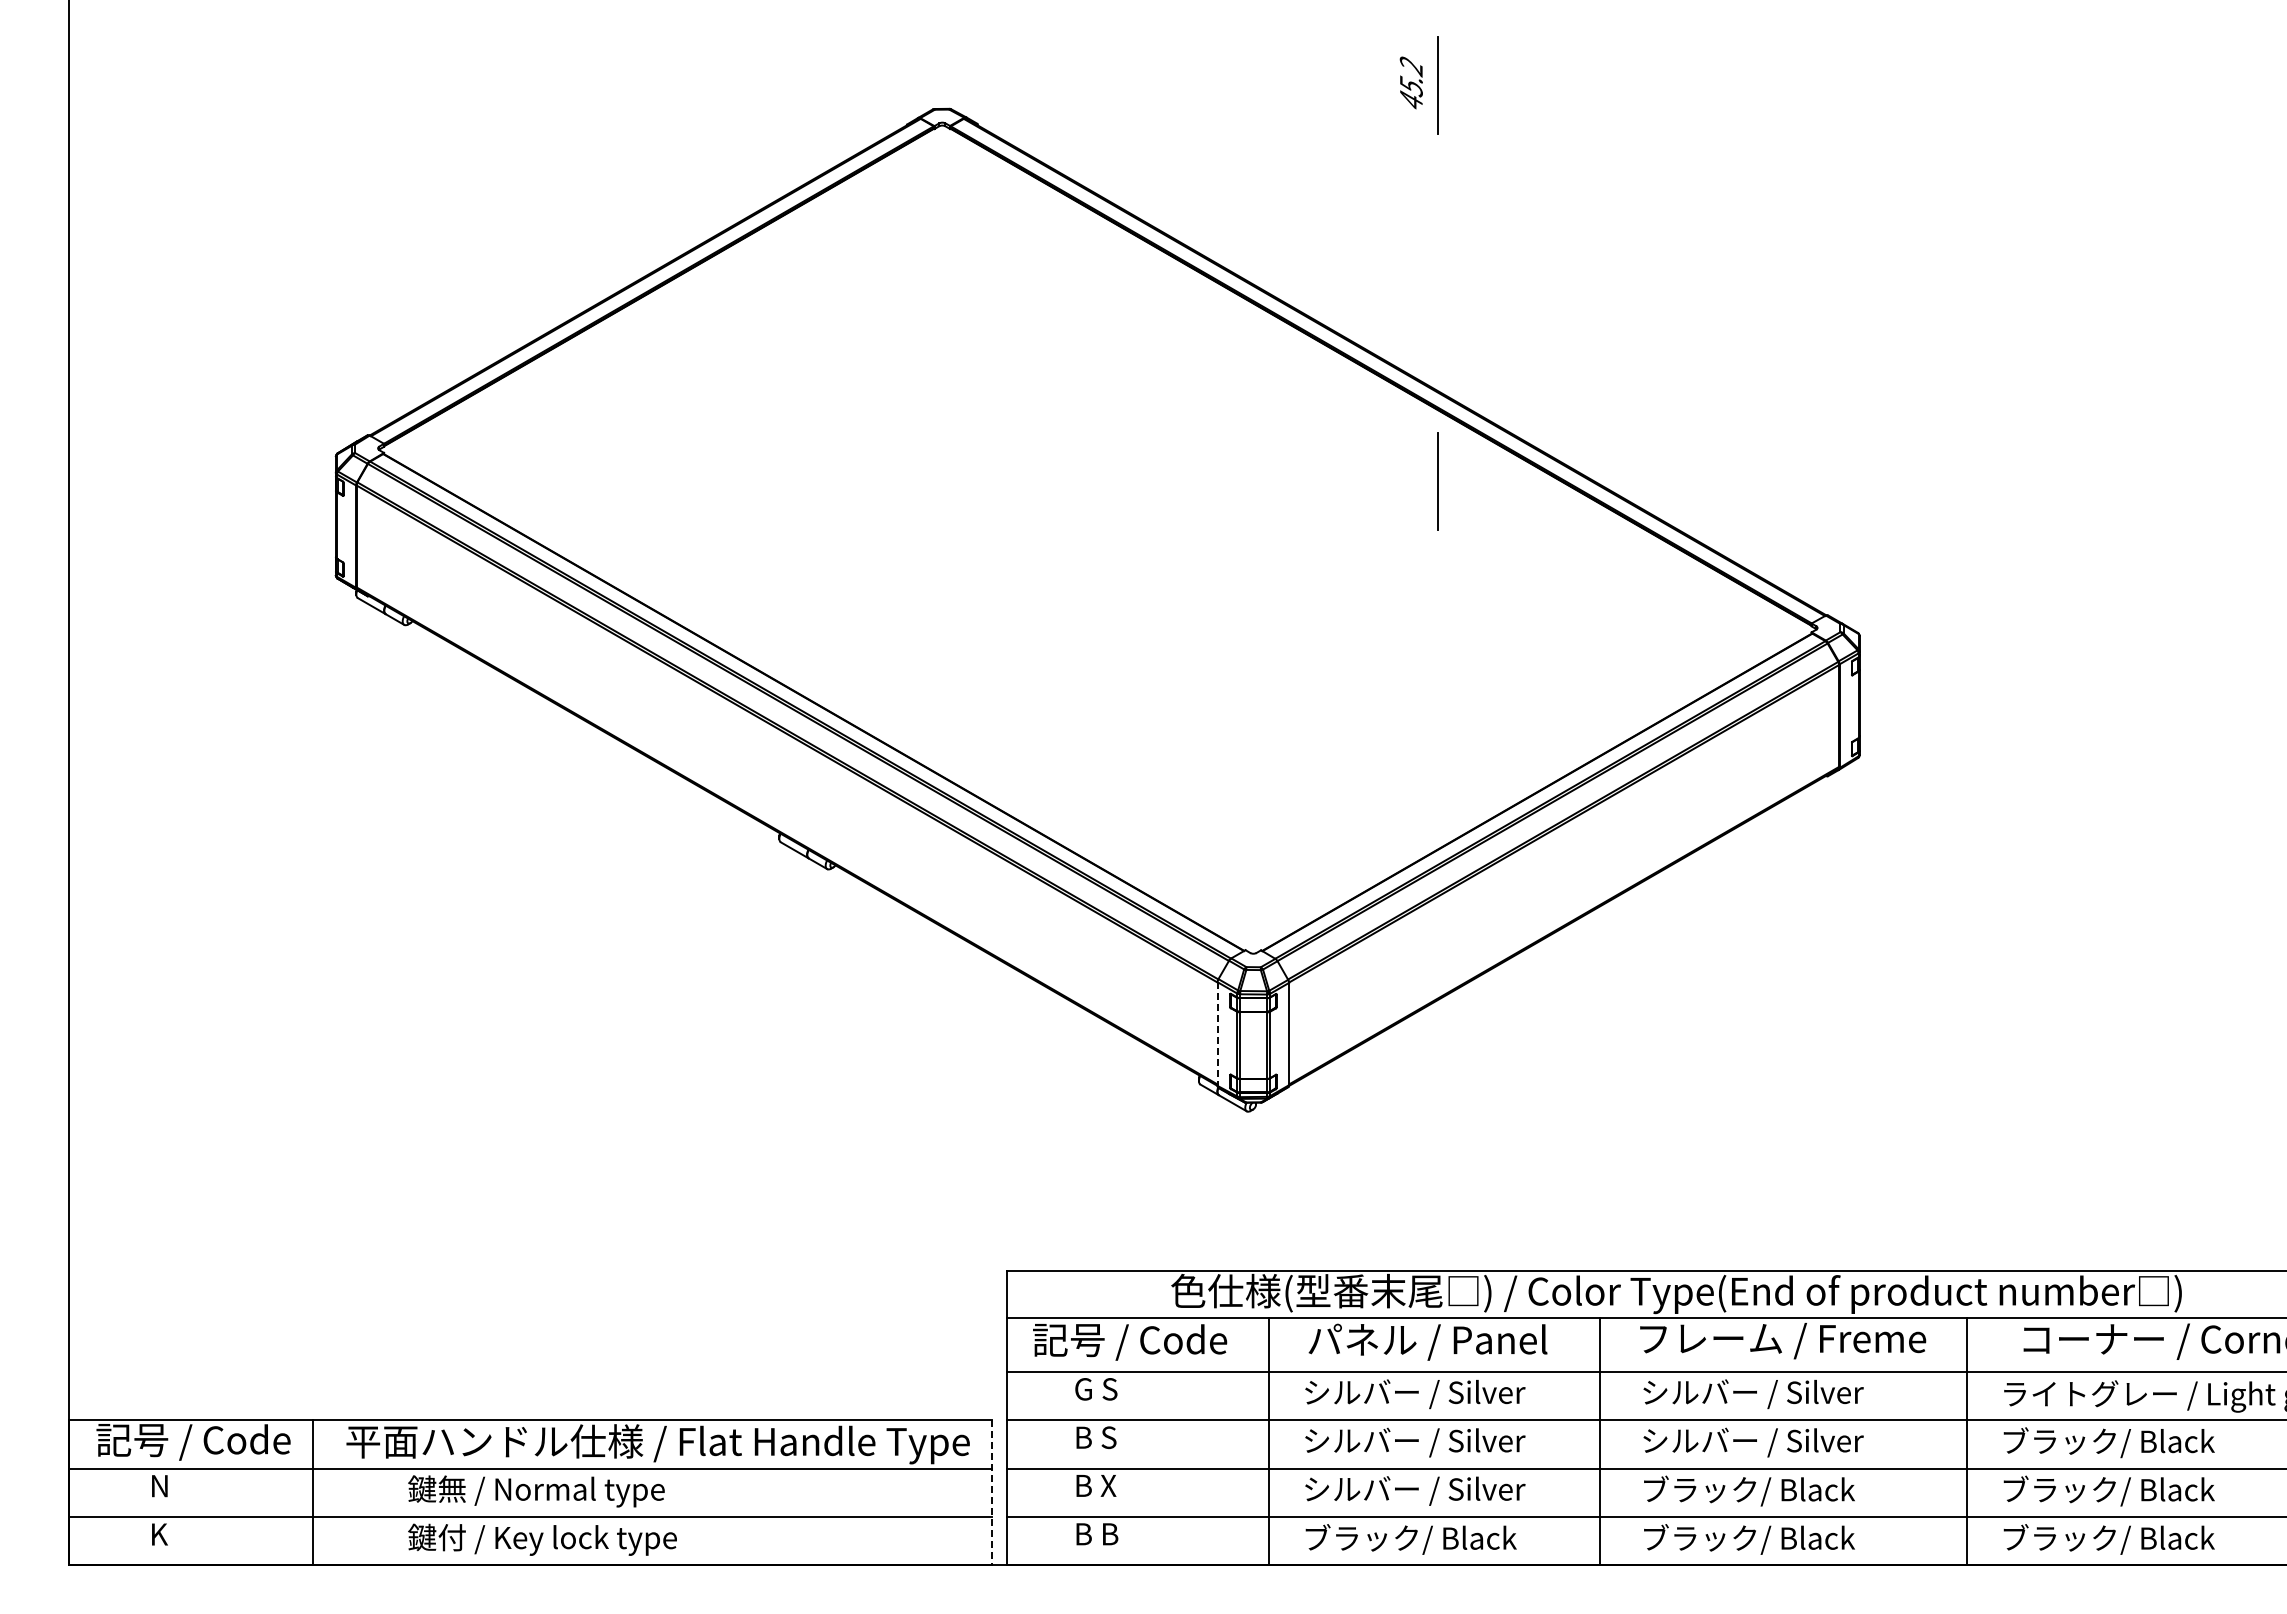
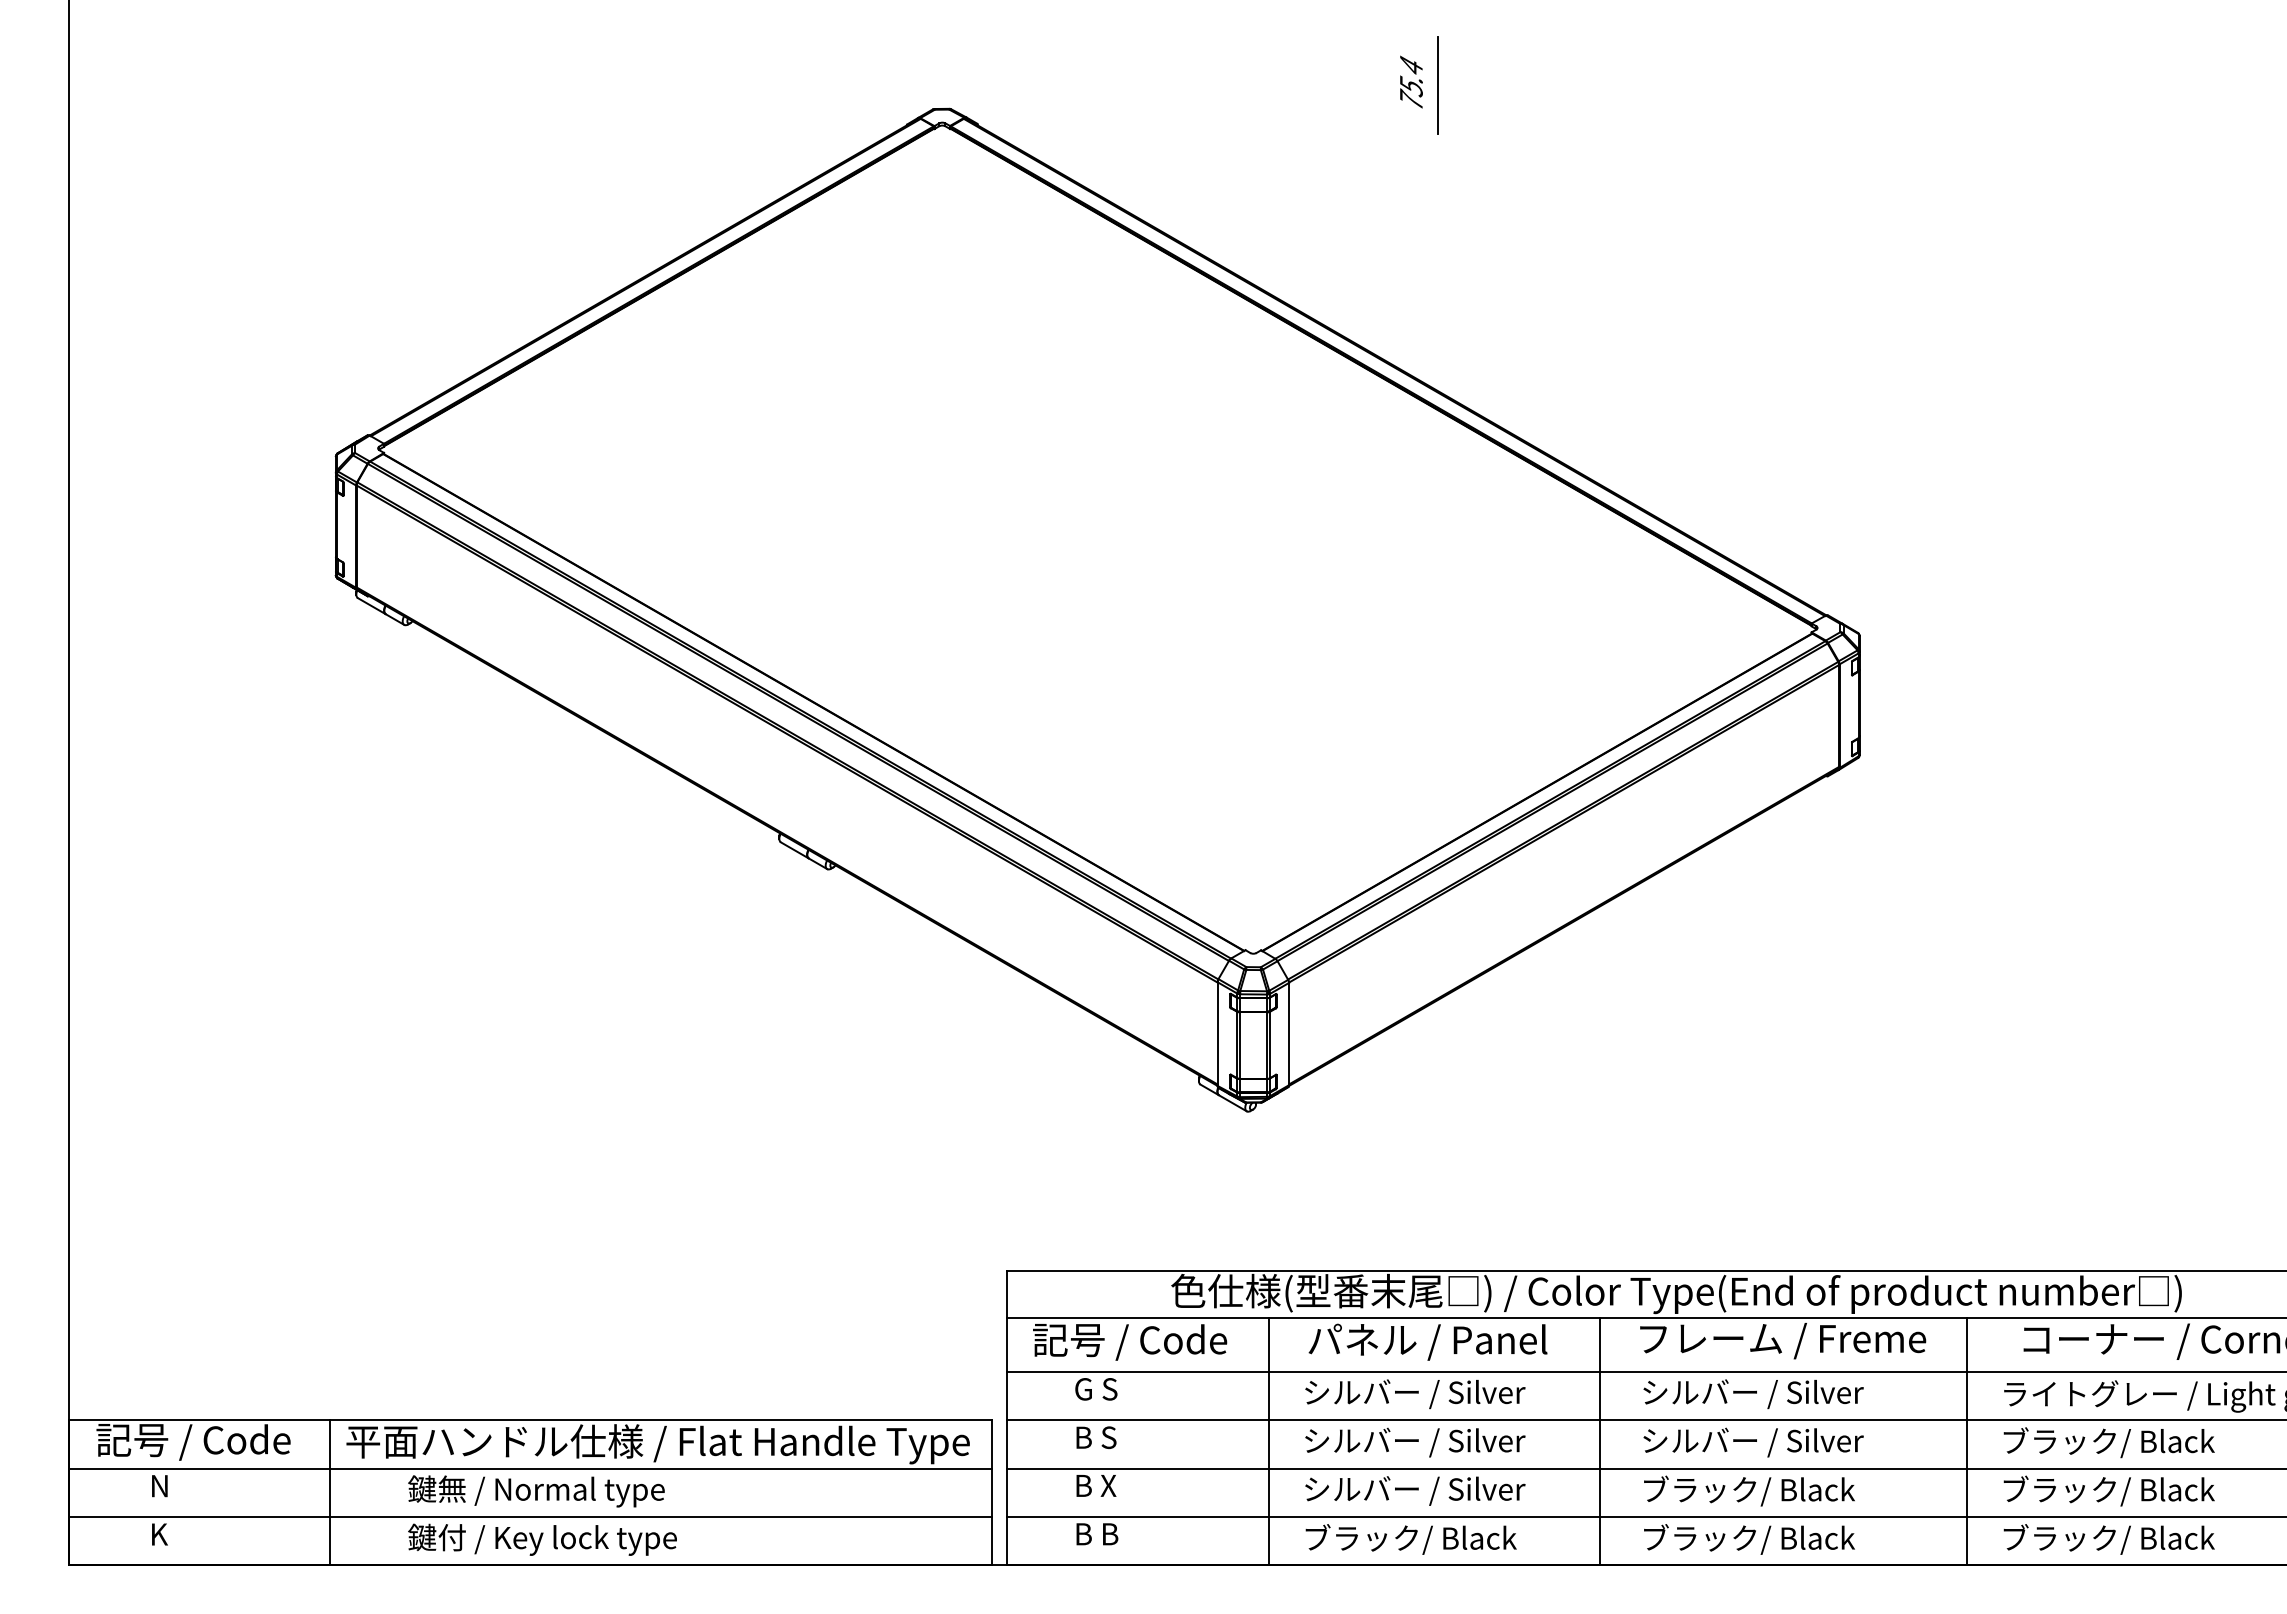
text at (1410, 82): 45.2 -> 75.4
line at (1437, 481): present -> none
line at (1217, 1034): dashed -> solid
line at (313, 1492) position: (313, 1492) -> (330, 1492)
line at (992, 1492): dashed -> solid
